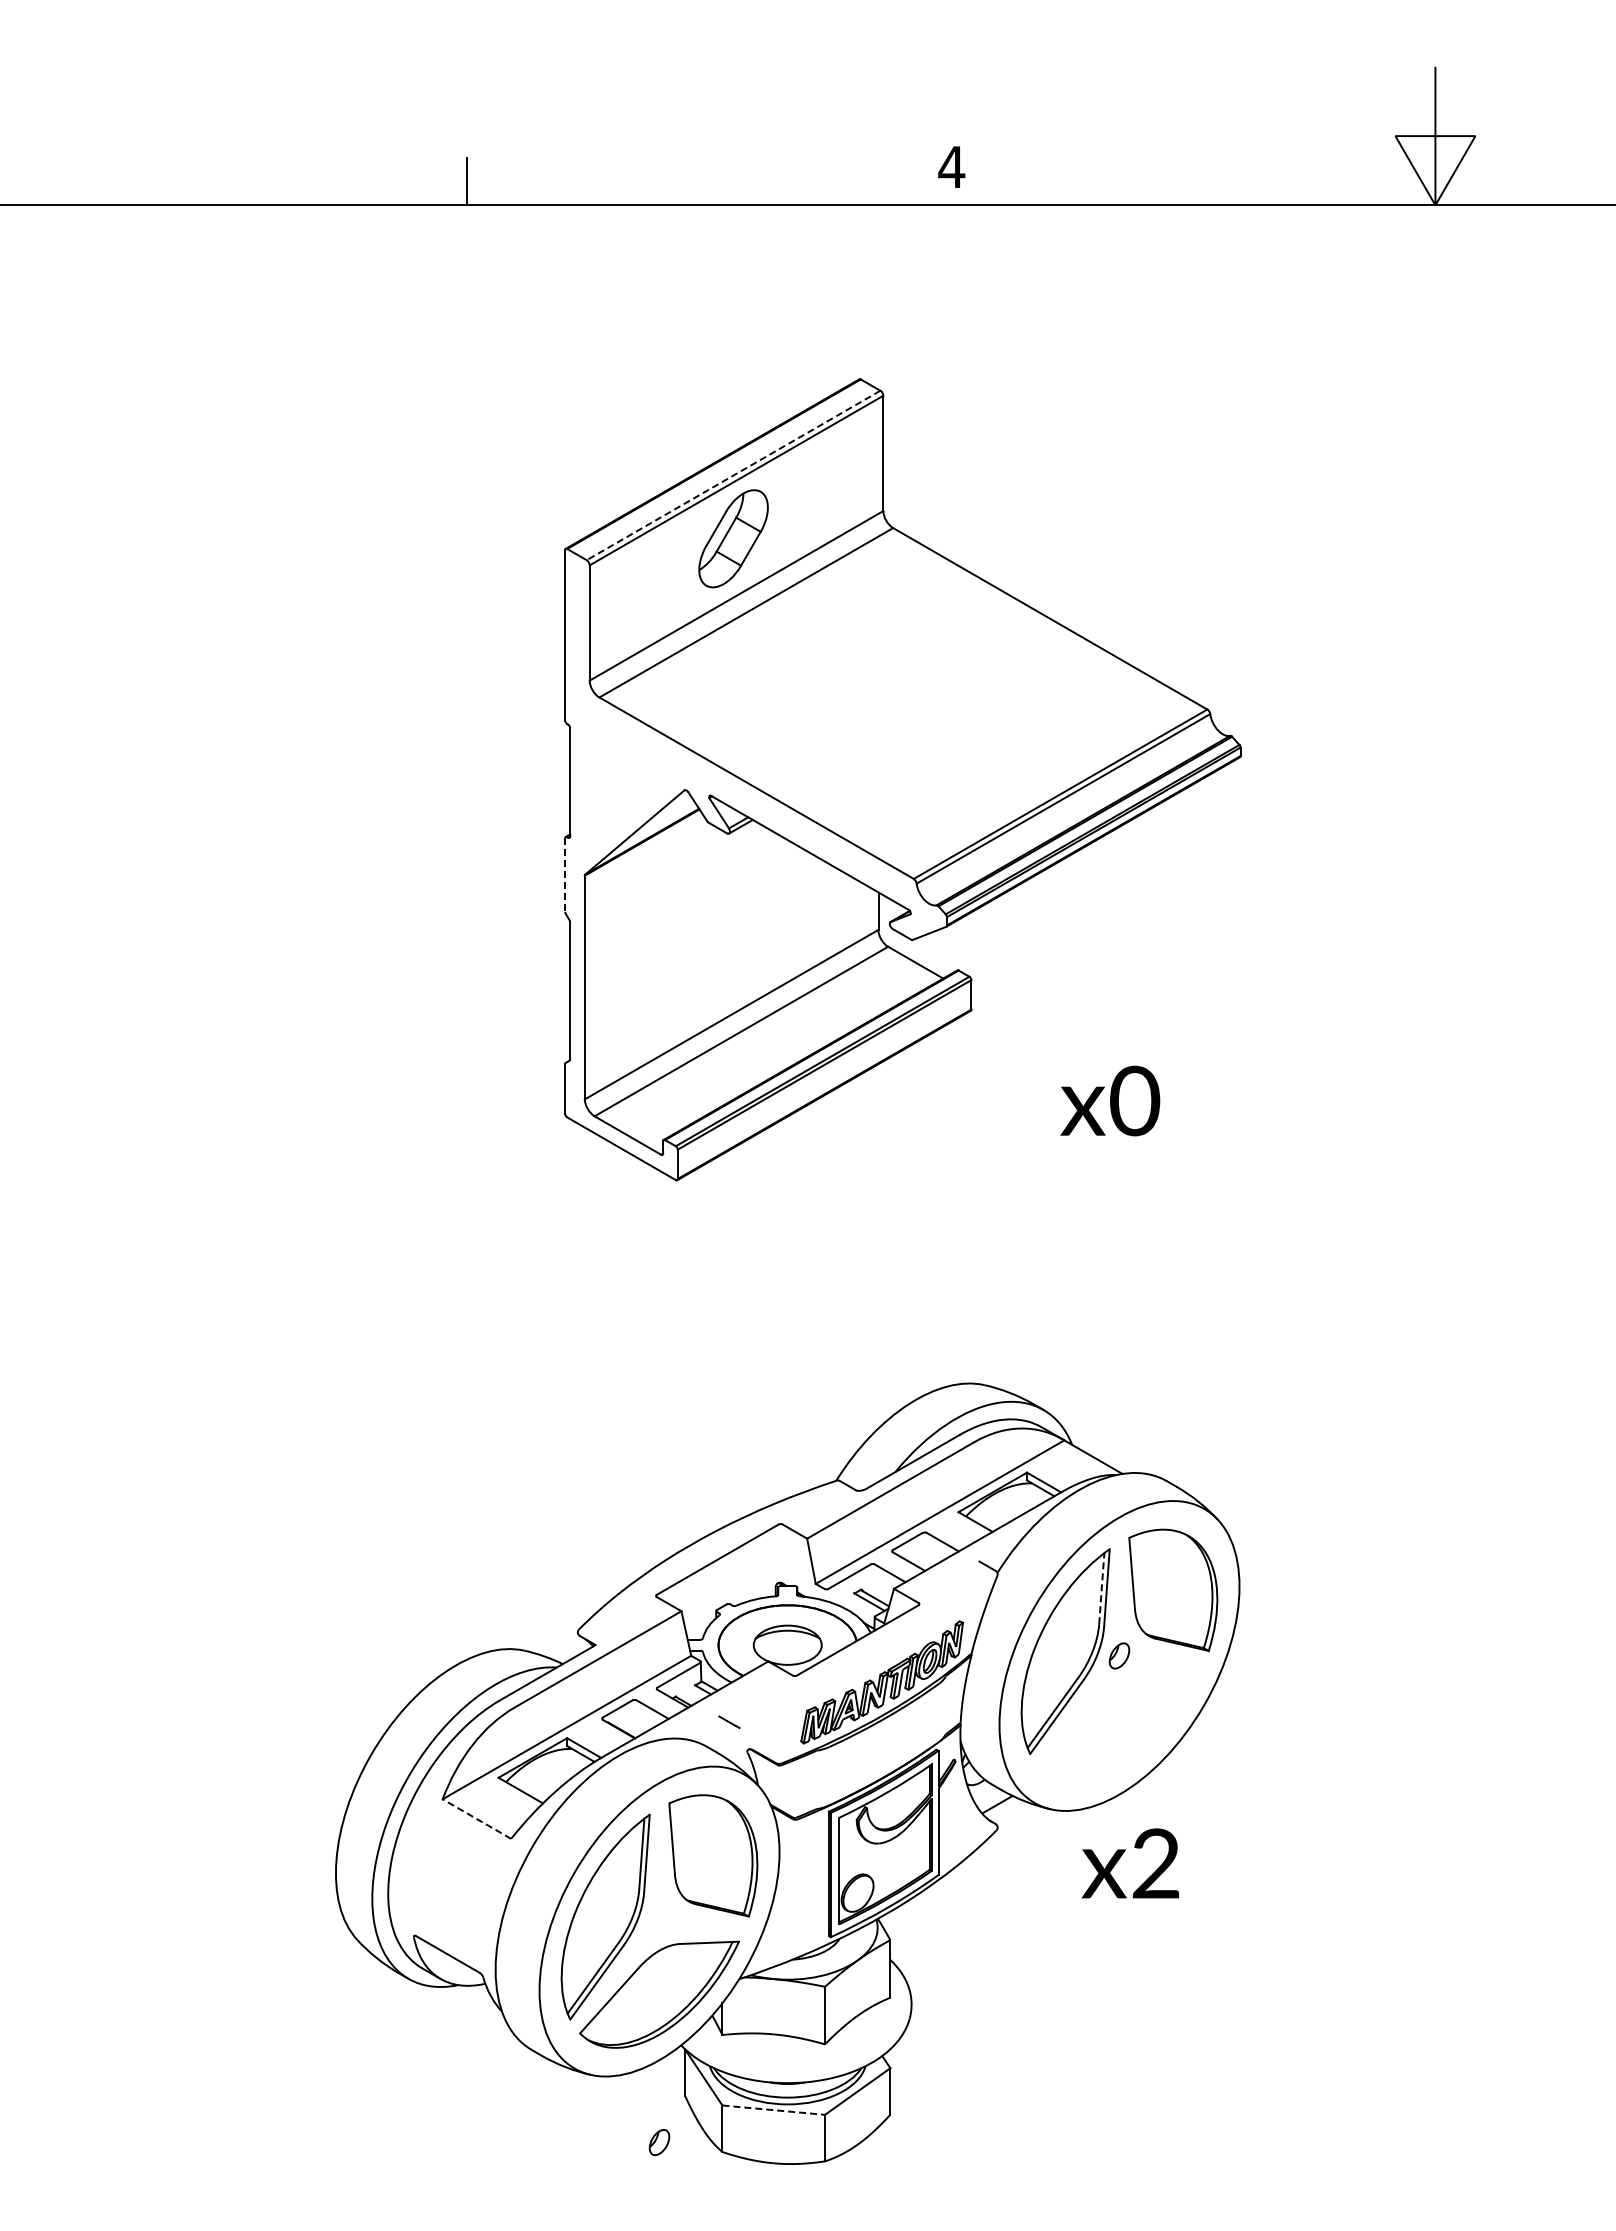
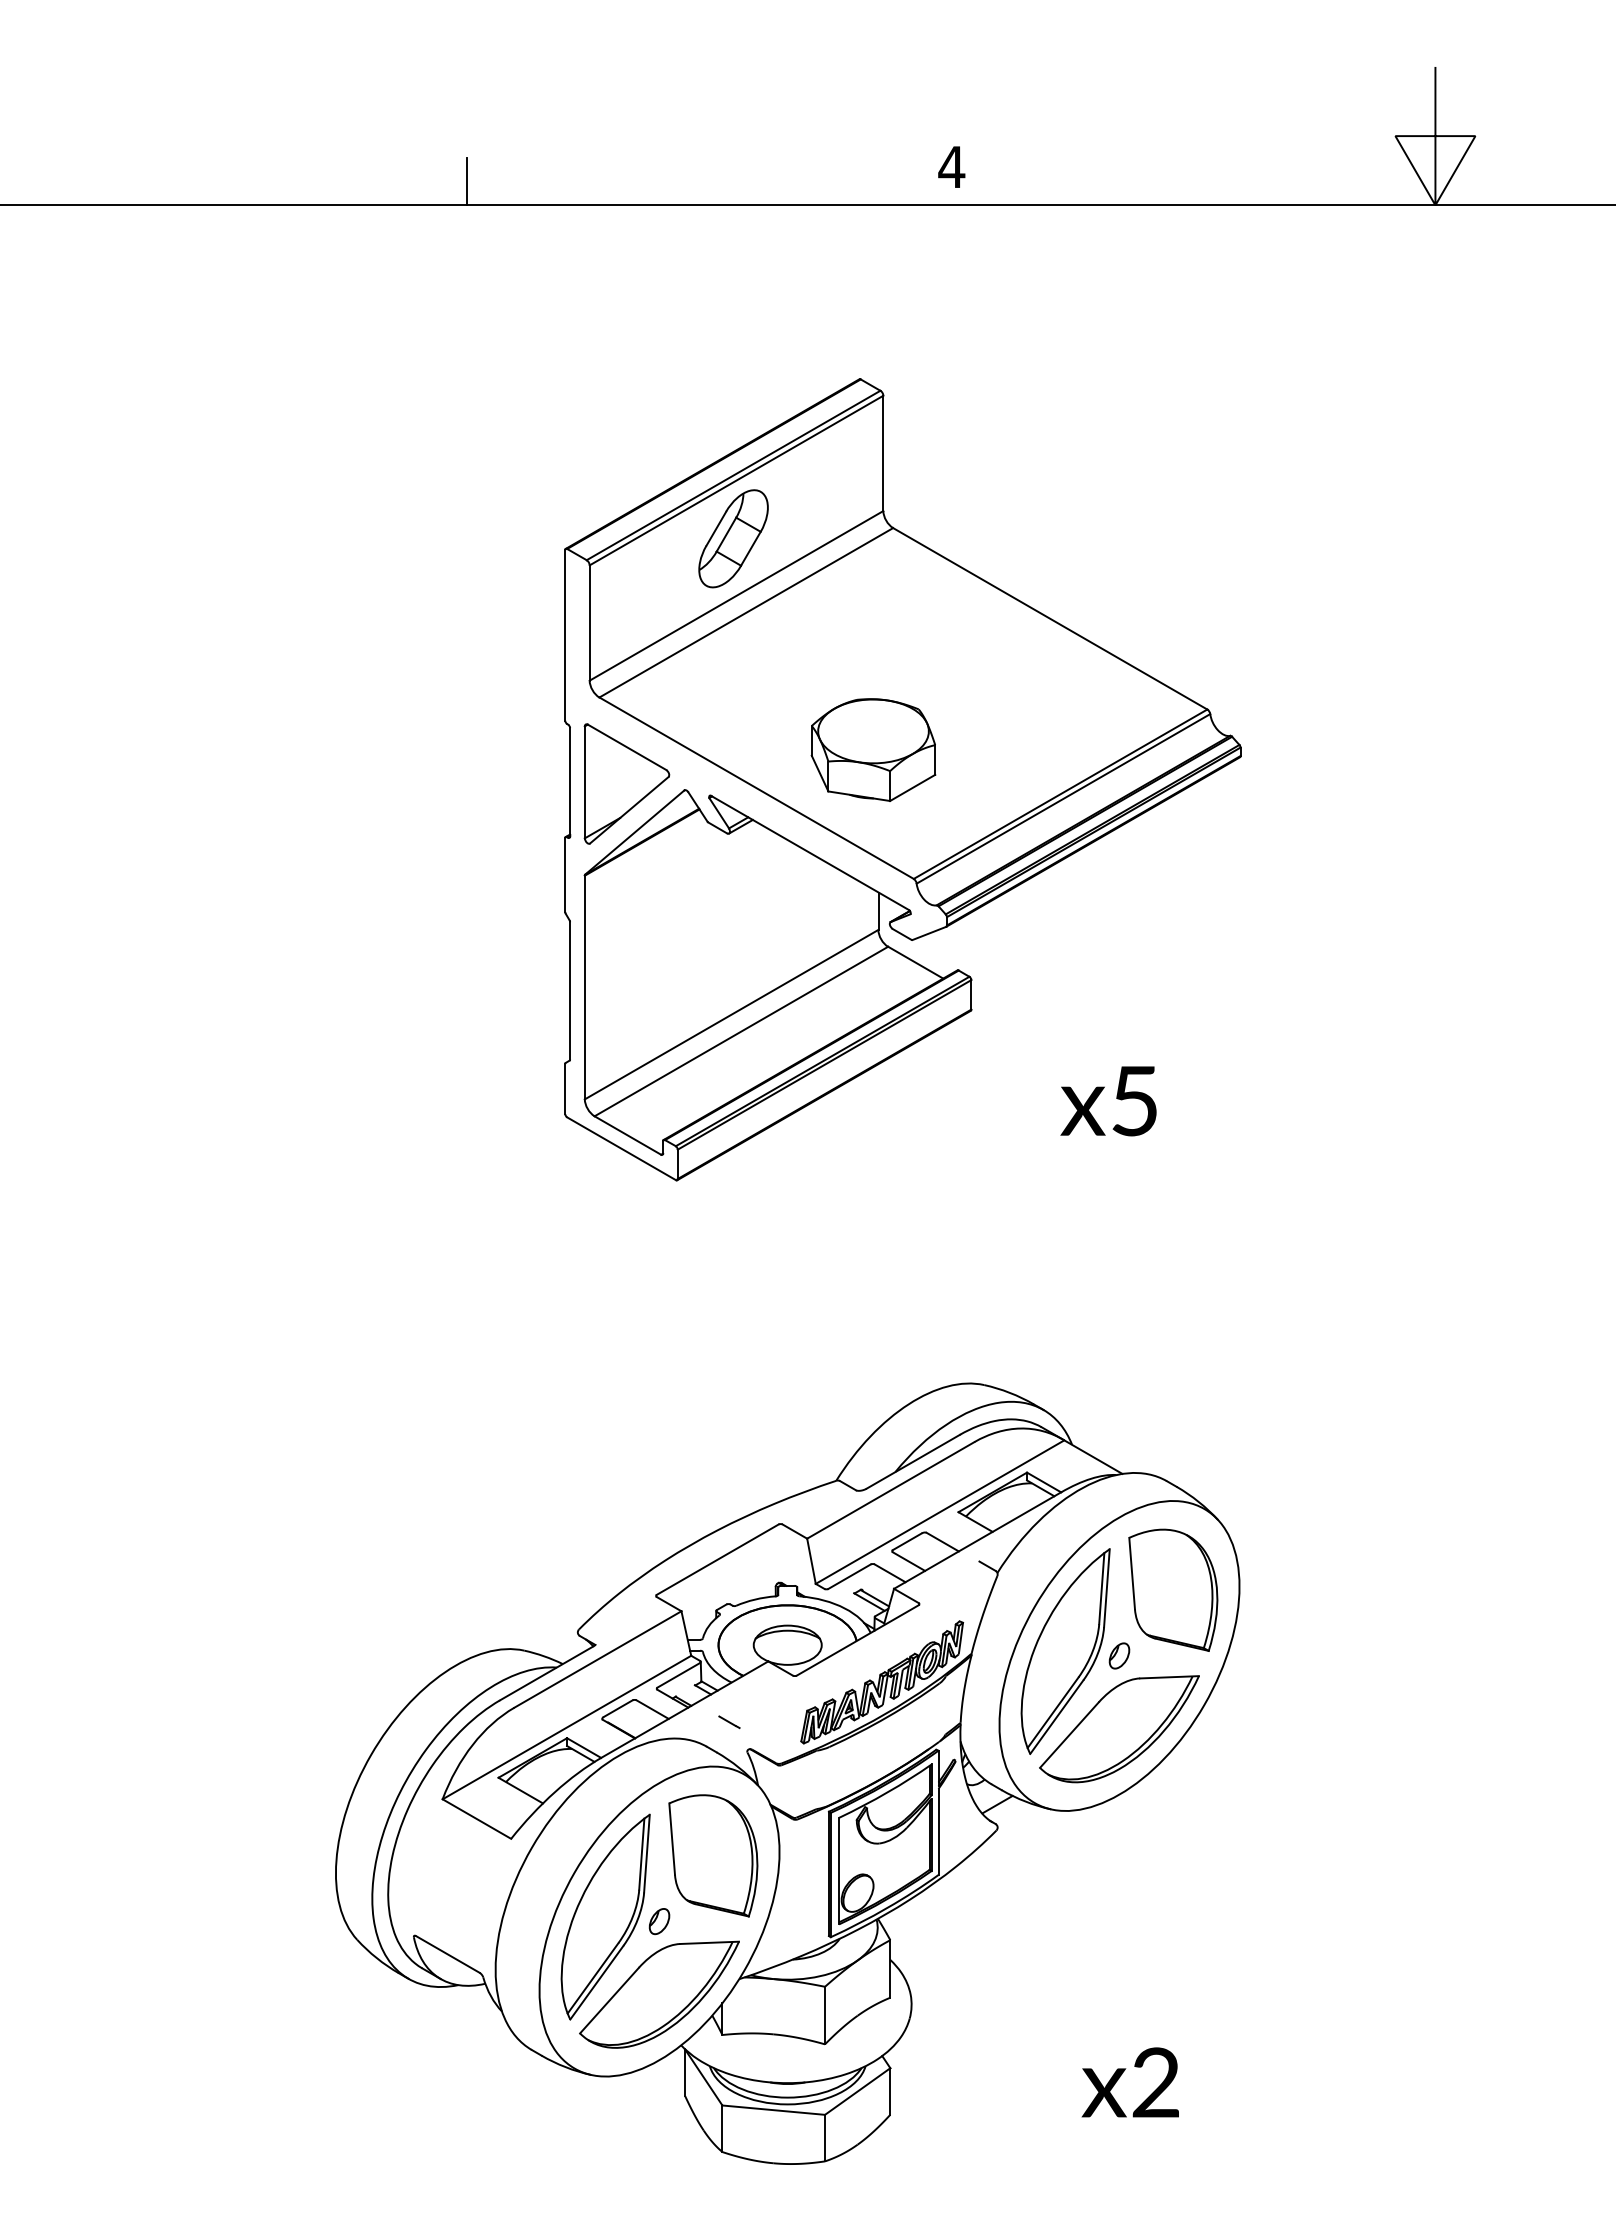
line at (733, 475): dashed -> solid
part at (873, 749): none -> present
part at (626, 783): none -> present
line at (565, 875): dashed -> solid
text at (1135, 1100): x0 -> x5
line at (1101, 1588): dashed -> solid
part at (1119, 1729): none -> present
line at (476, 1819): dashed -> solid
text at (1129, 1863) position: (1129, 1863) -> (1129, 2082)
line at (773, 2110): dashed -> solid
part at (659, 2142) position: (659, 2142) -> (659, 1921)
